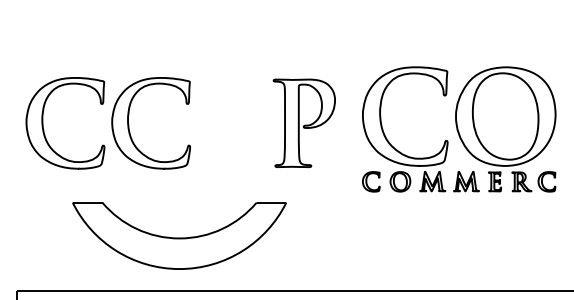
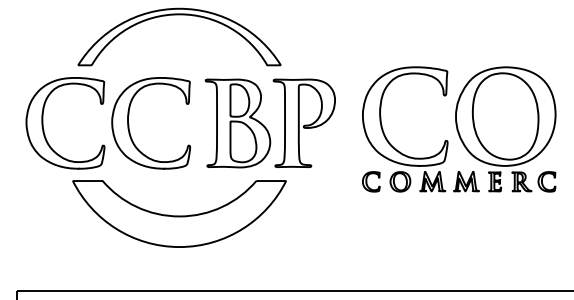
part at (179, 15): none -> present
part at (237, 123): none -> present
part at (179, 235) position: (179, 235) -> (179, 213)
